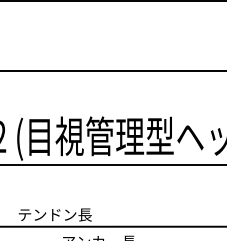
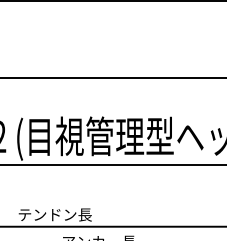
line at (112, 70) position: (112, 70) -> (112, 77)
